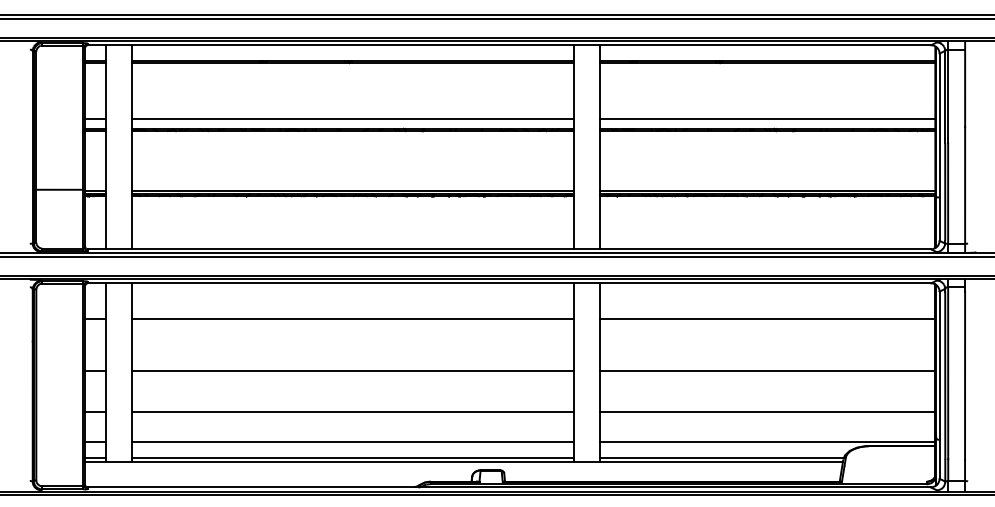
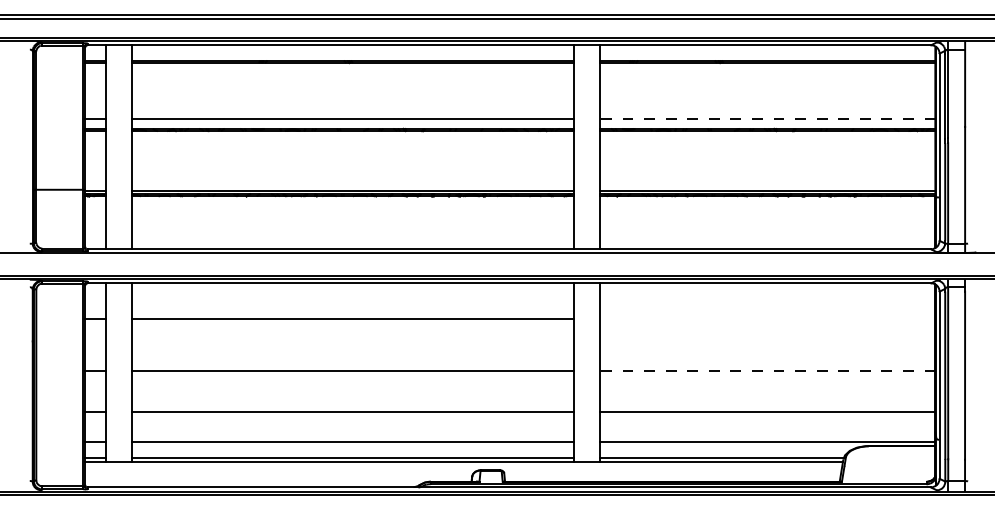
line at (767, 118): solid -> dashed
line at (496, 256): present -> none
line at (767, 318): present -> none
line at (767, 370): solid -> dashed
